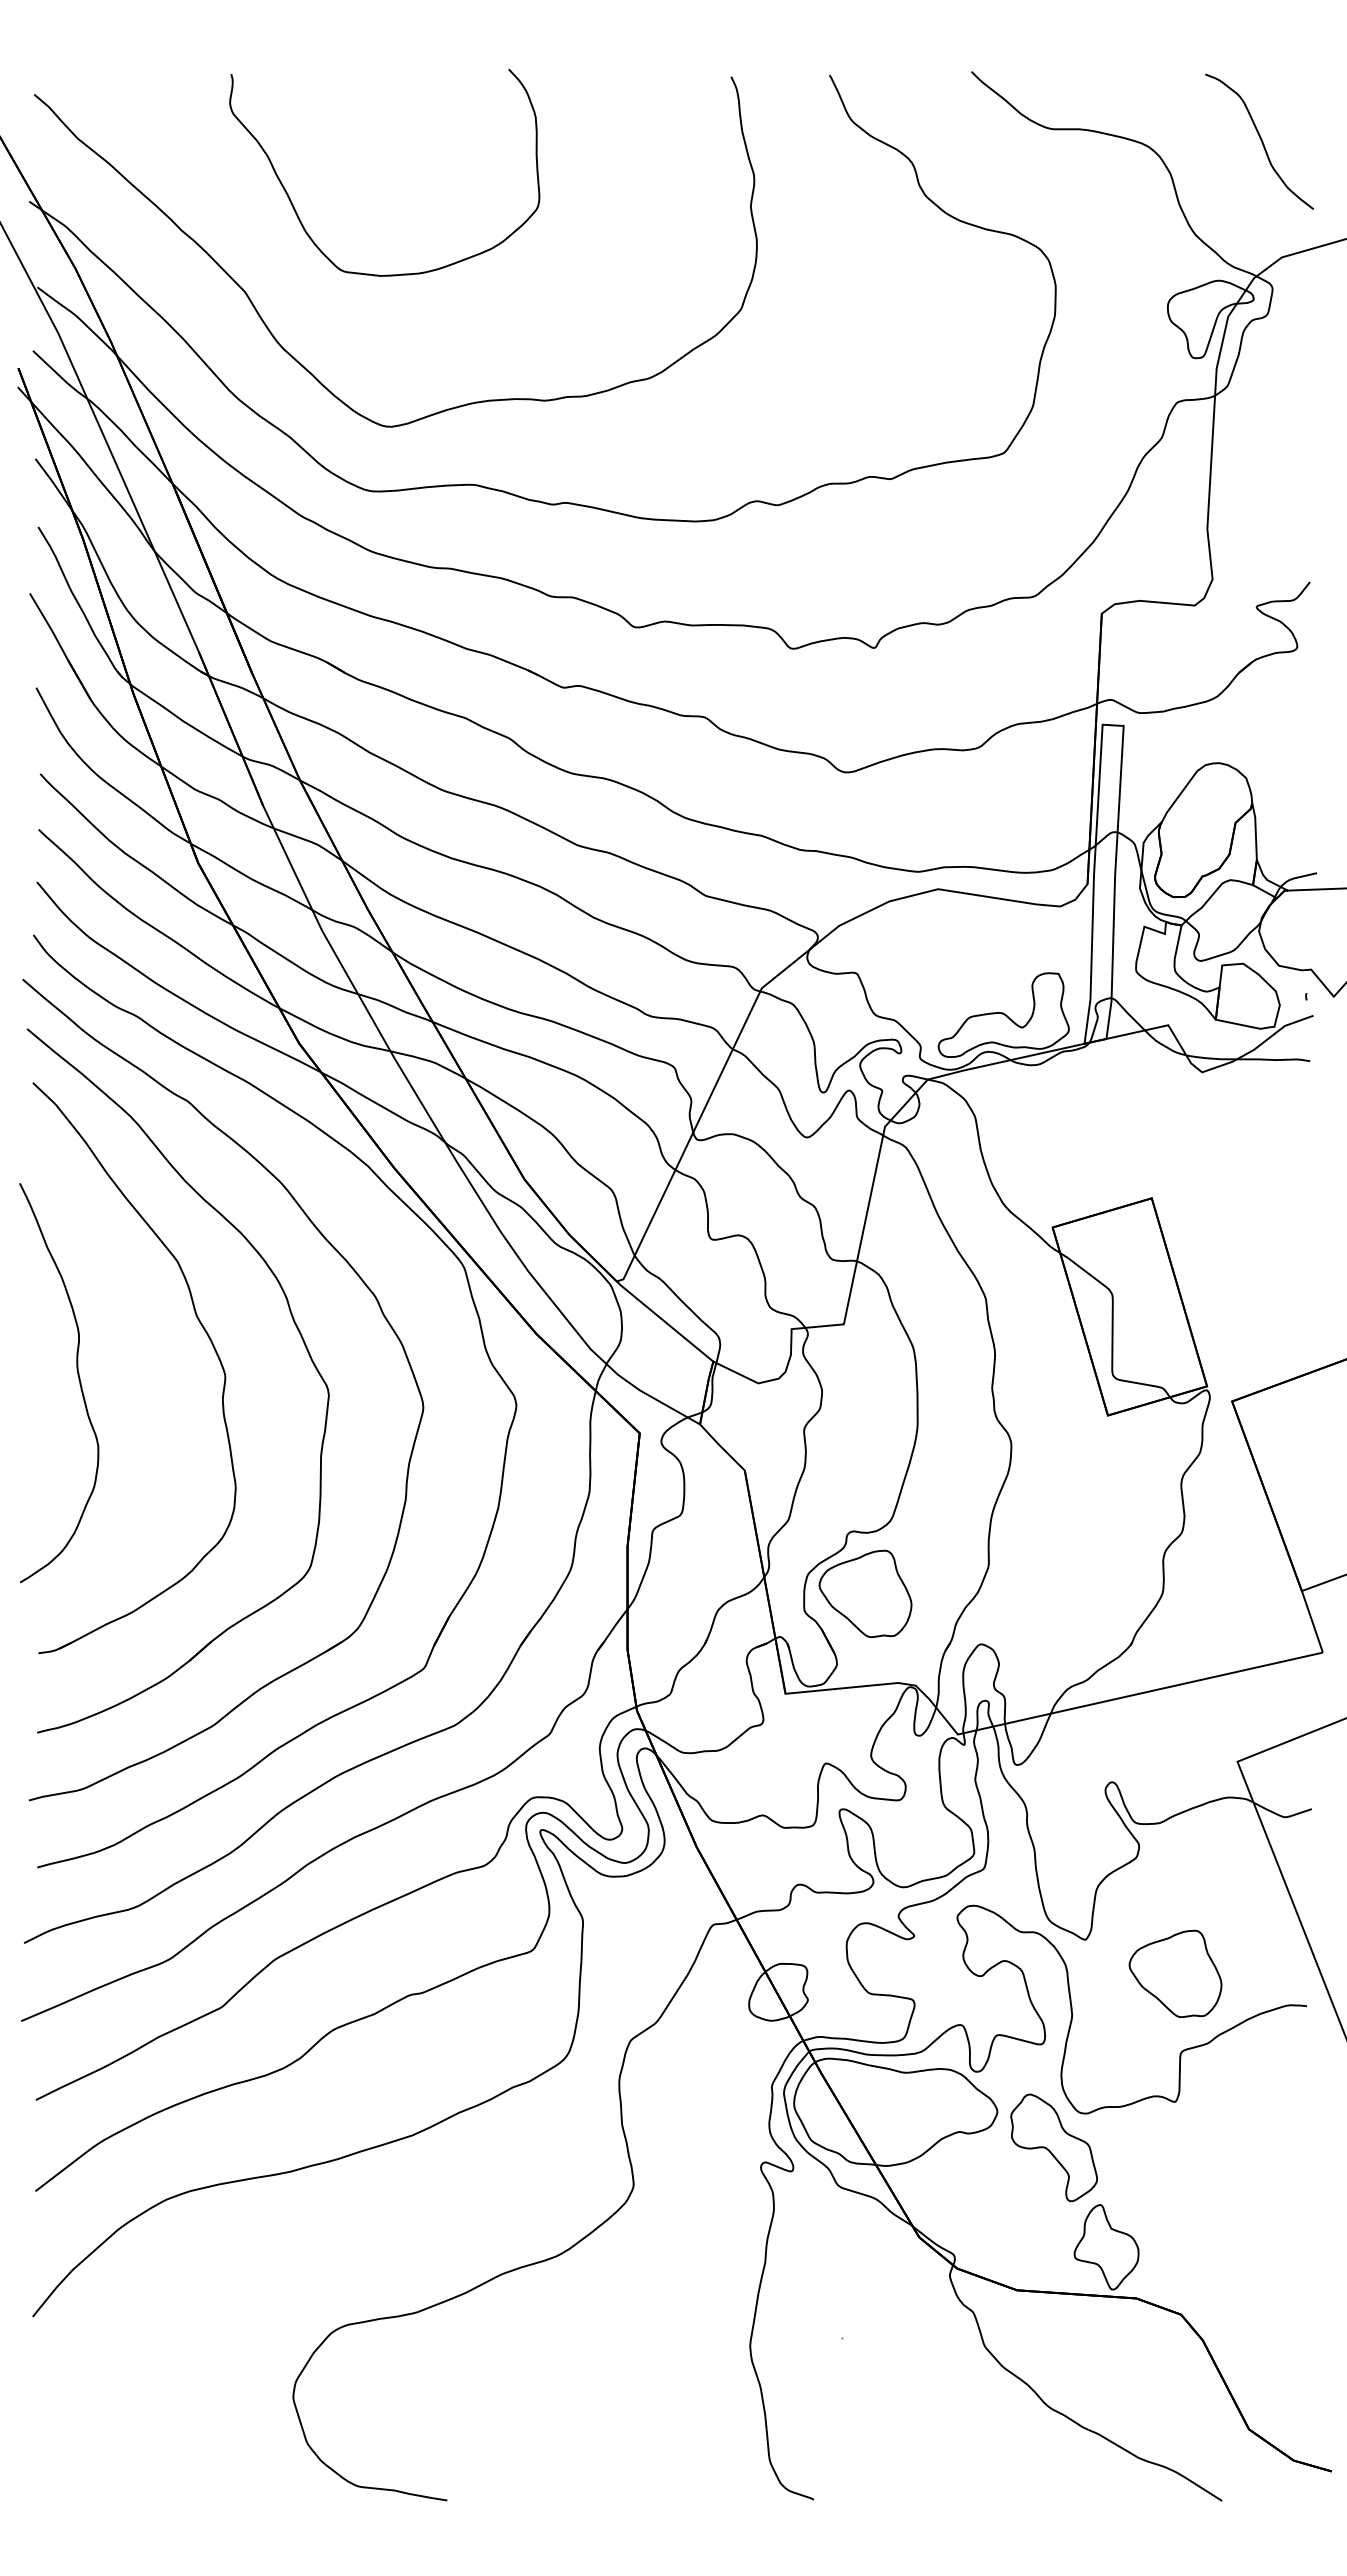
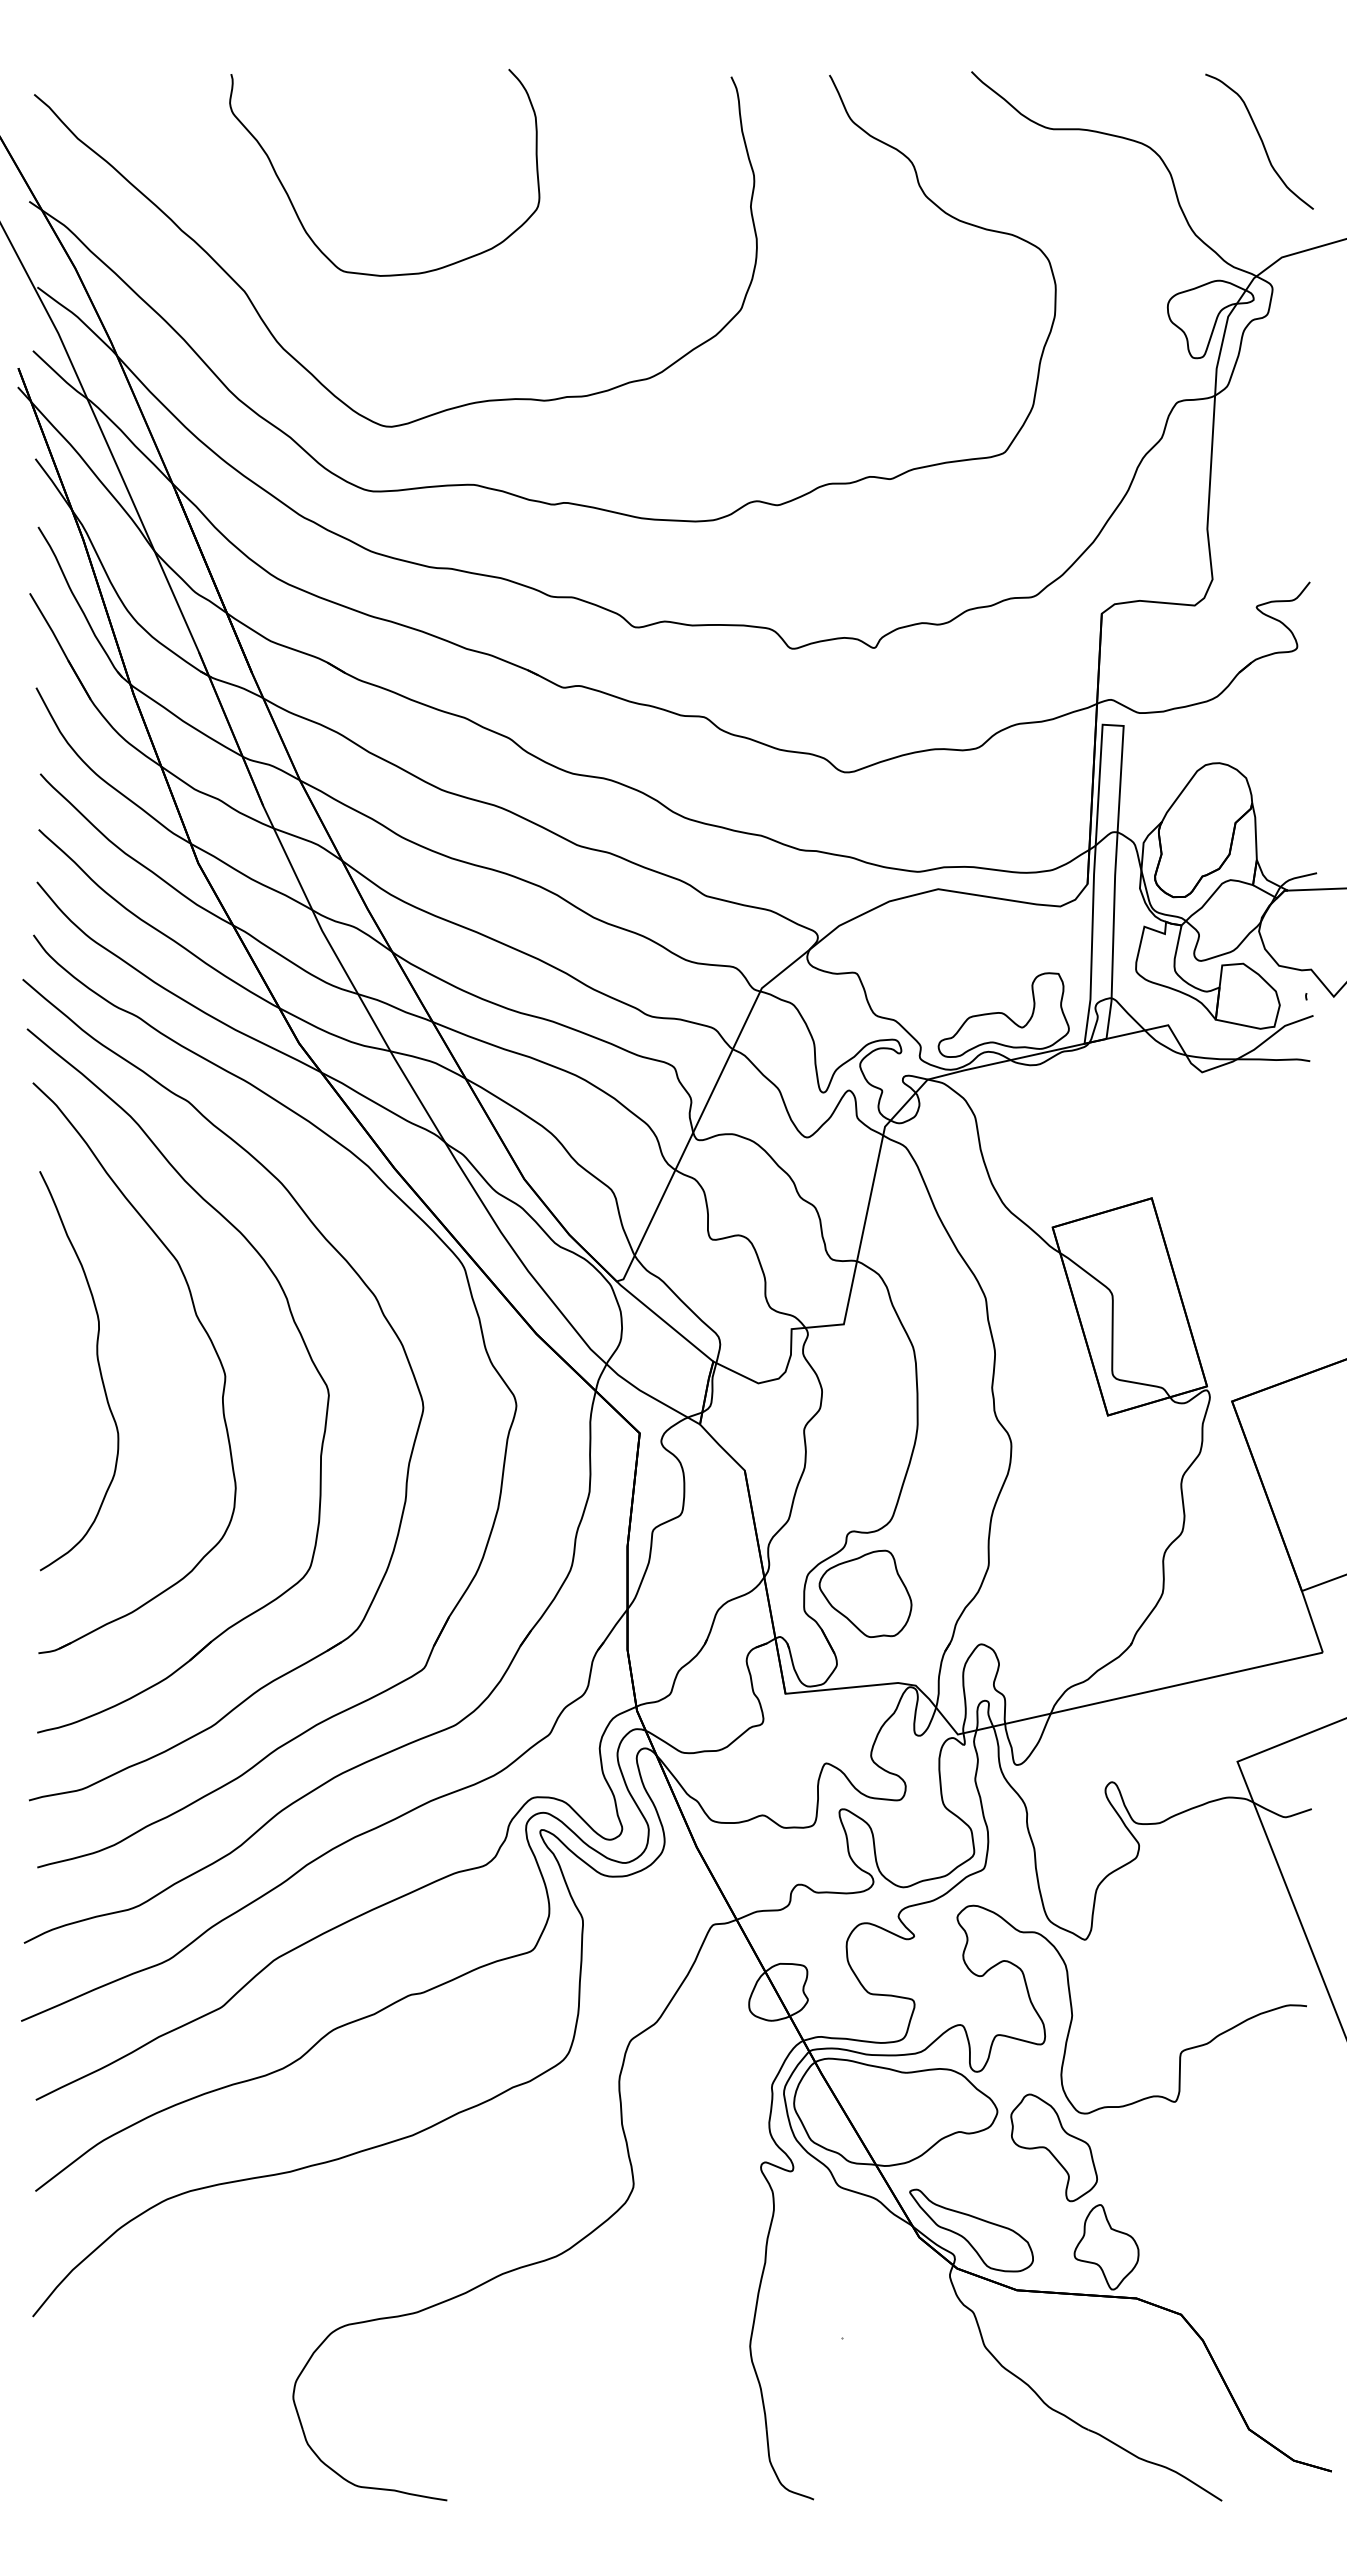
curve at (78, 1380) position: (78, 1380) -> (98, 1368)
part at (1175, 1973): present -> none
part at (971, 2230): none -> present
